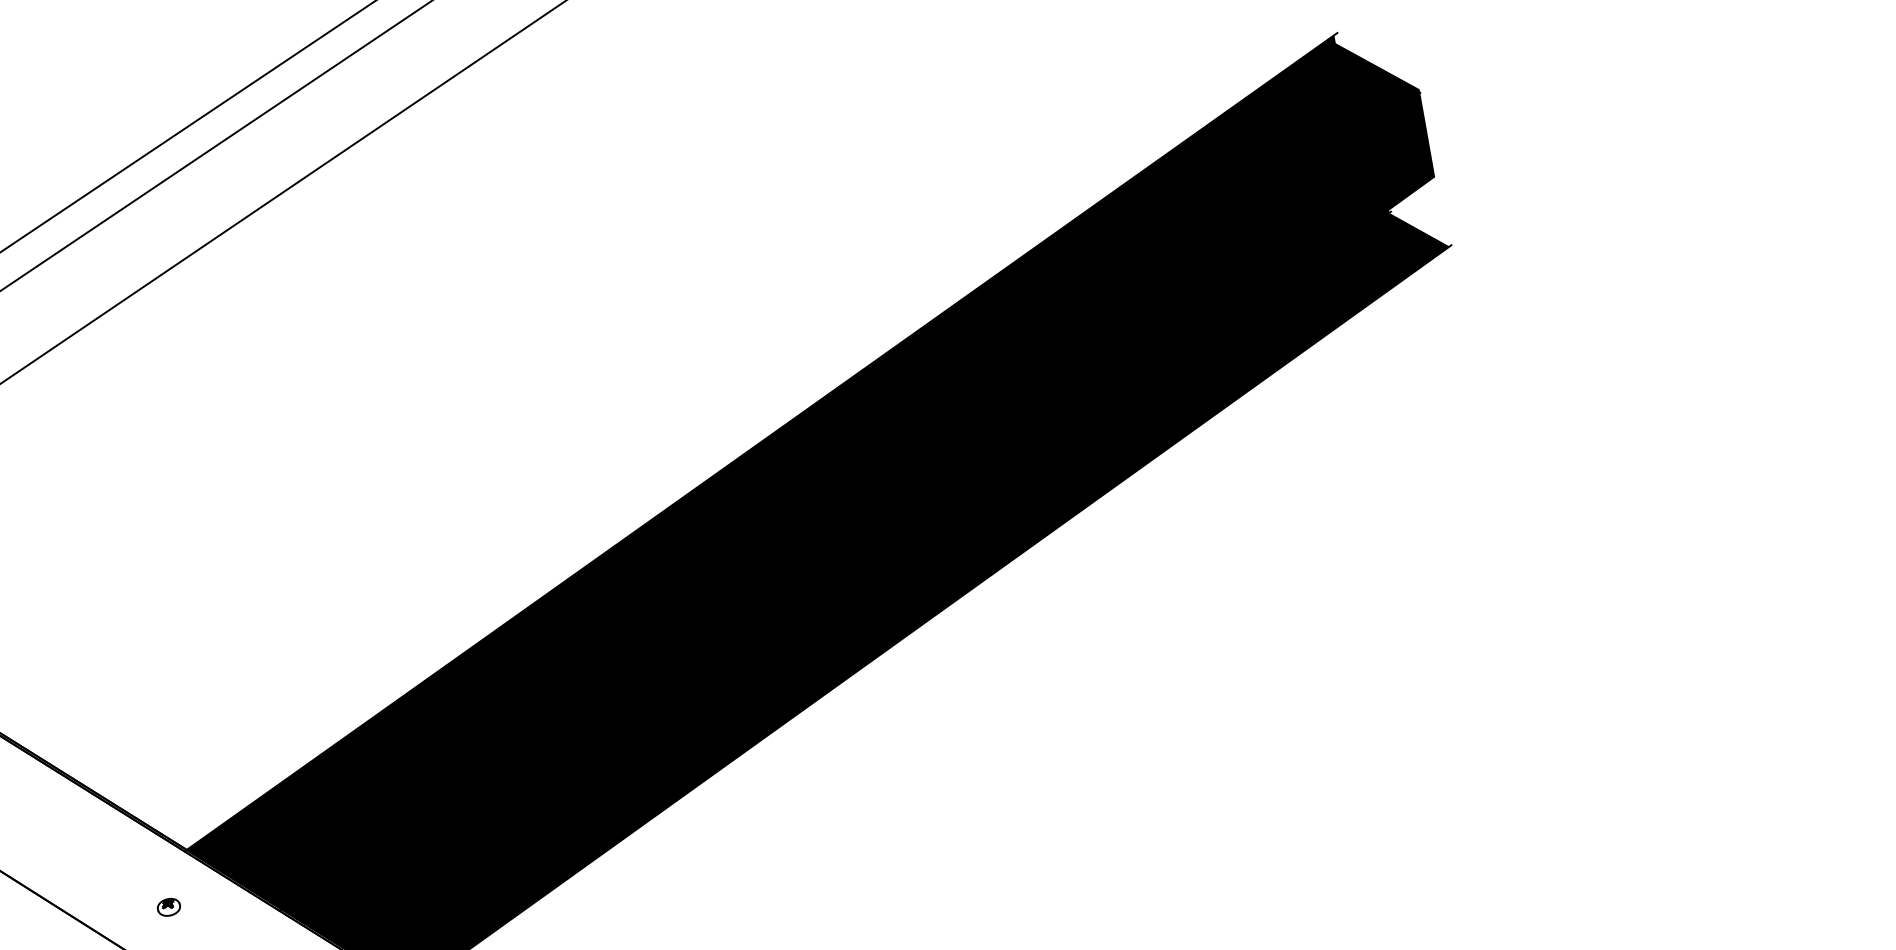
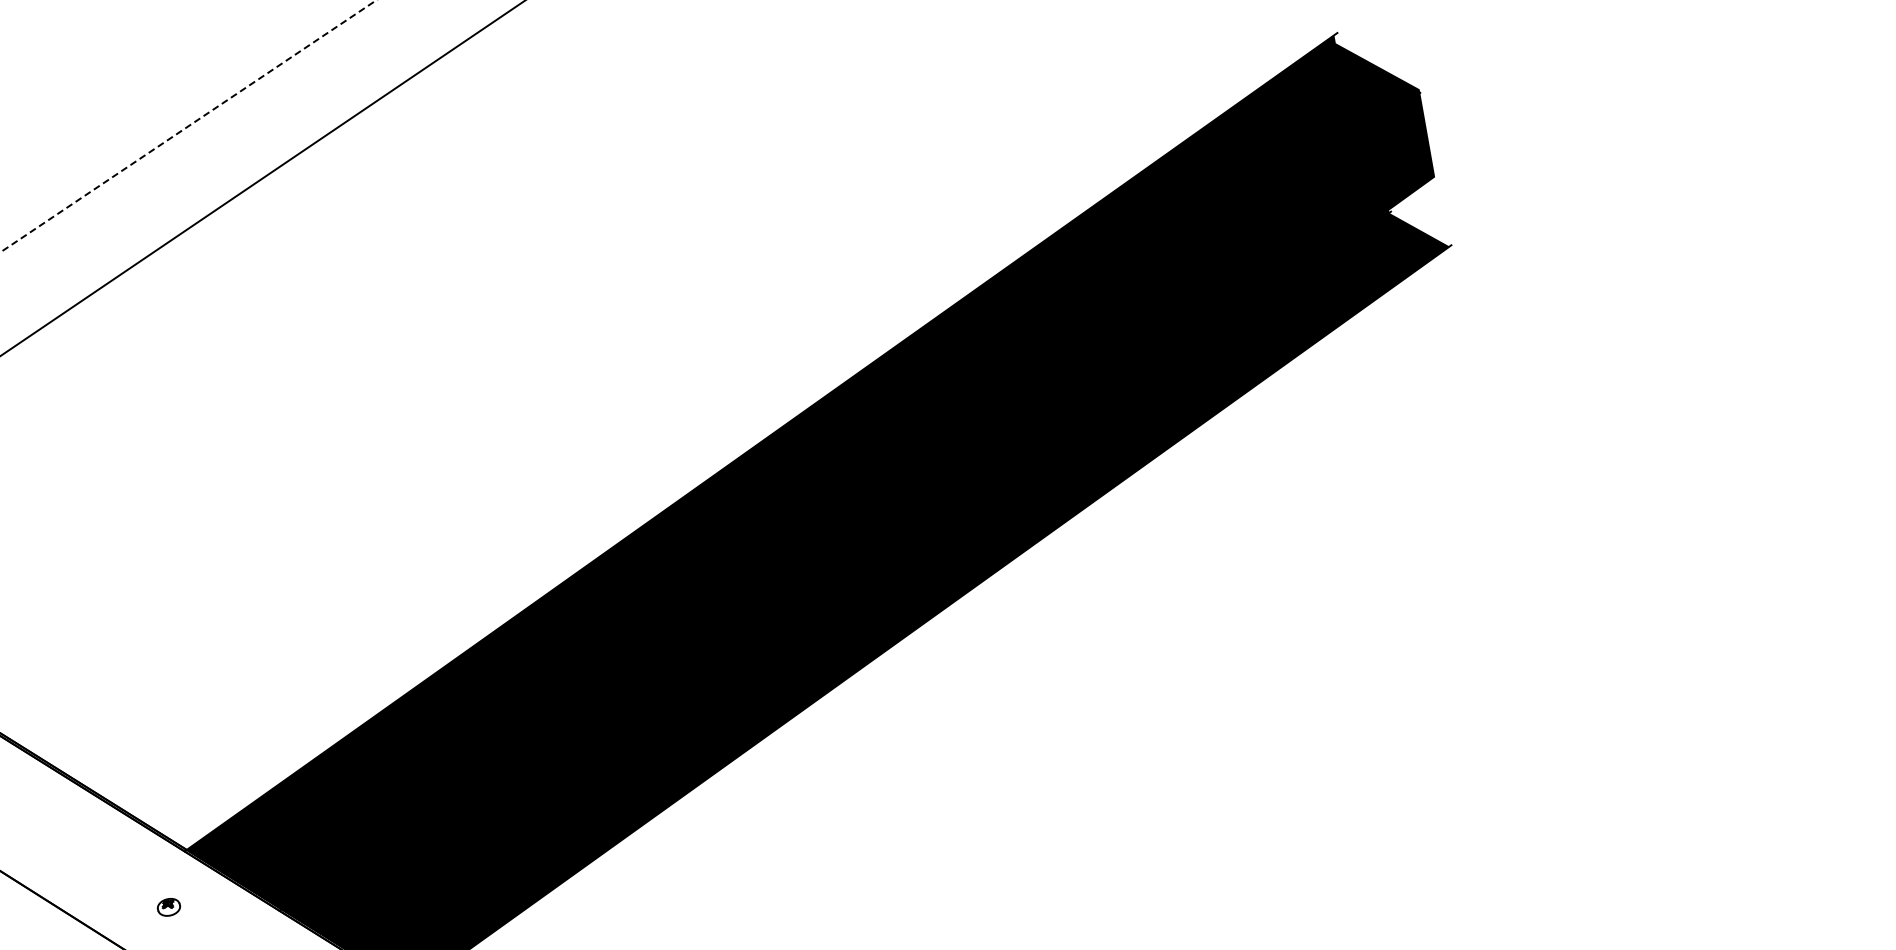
line at (188, 126): solid -> dashed
line at (216, 145): present -> none
line at (282, 192) position: (282, 192) -> (262, 178)
